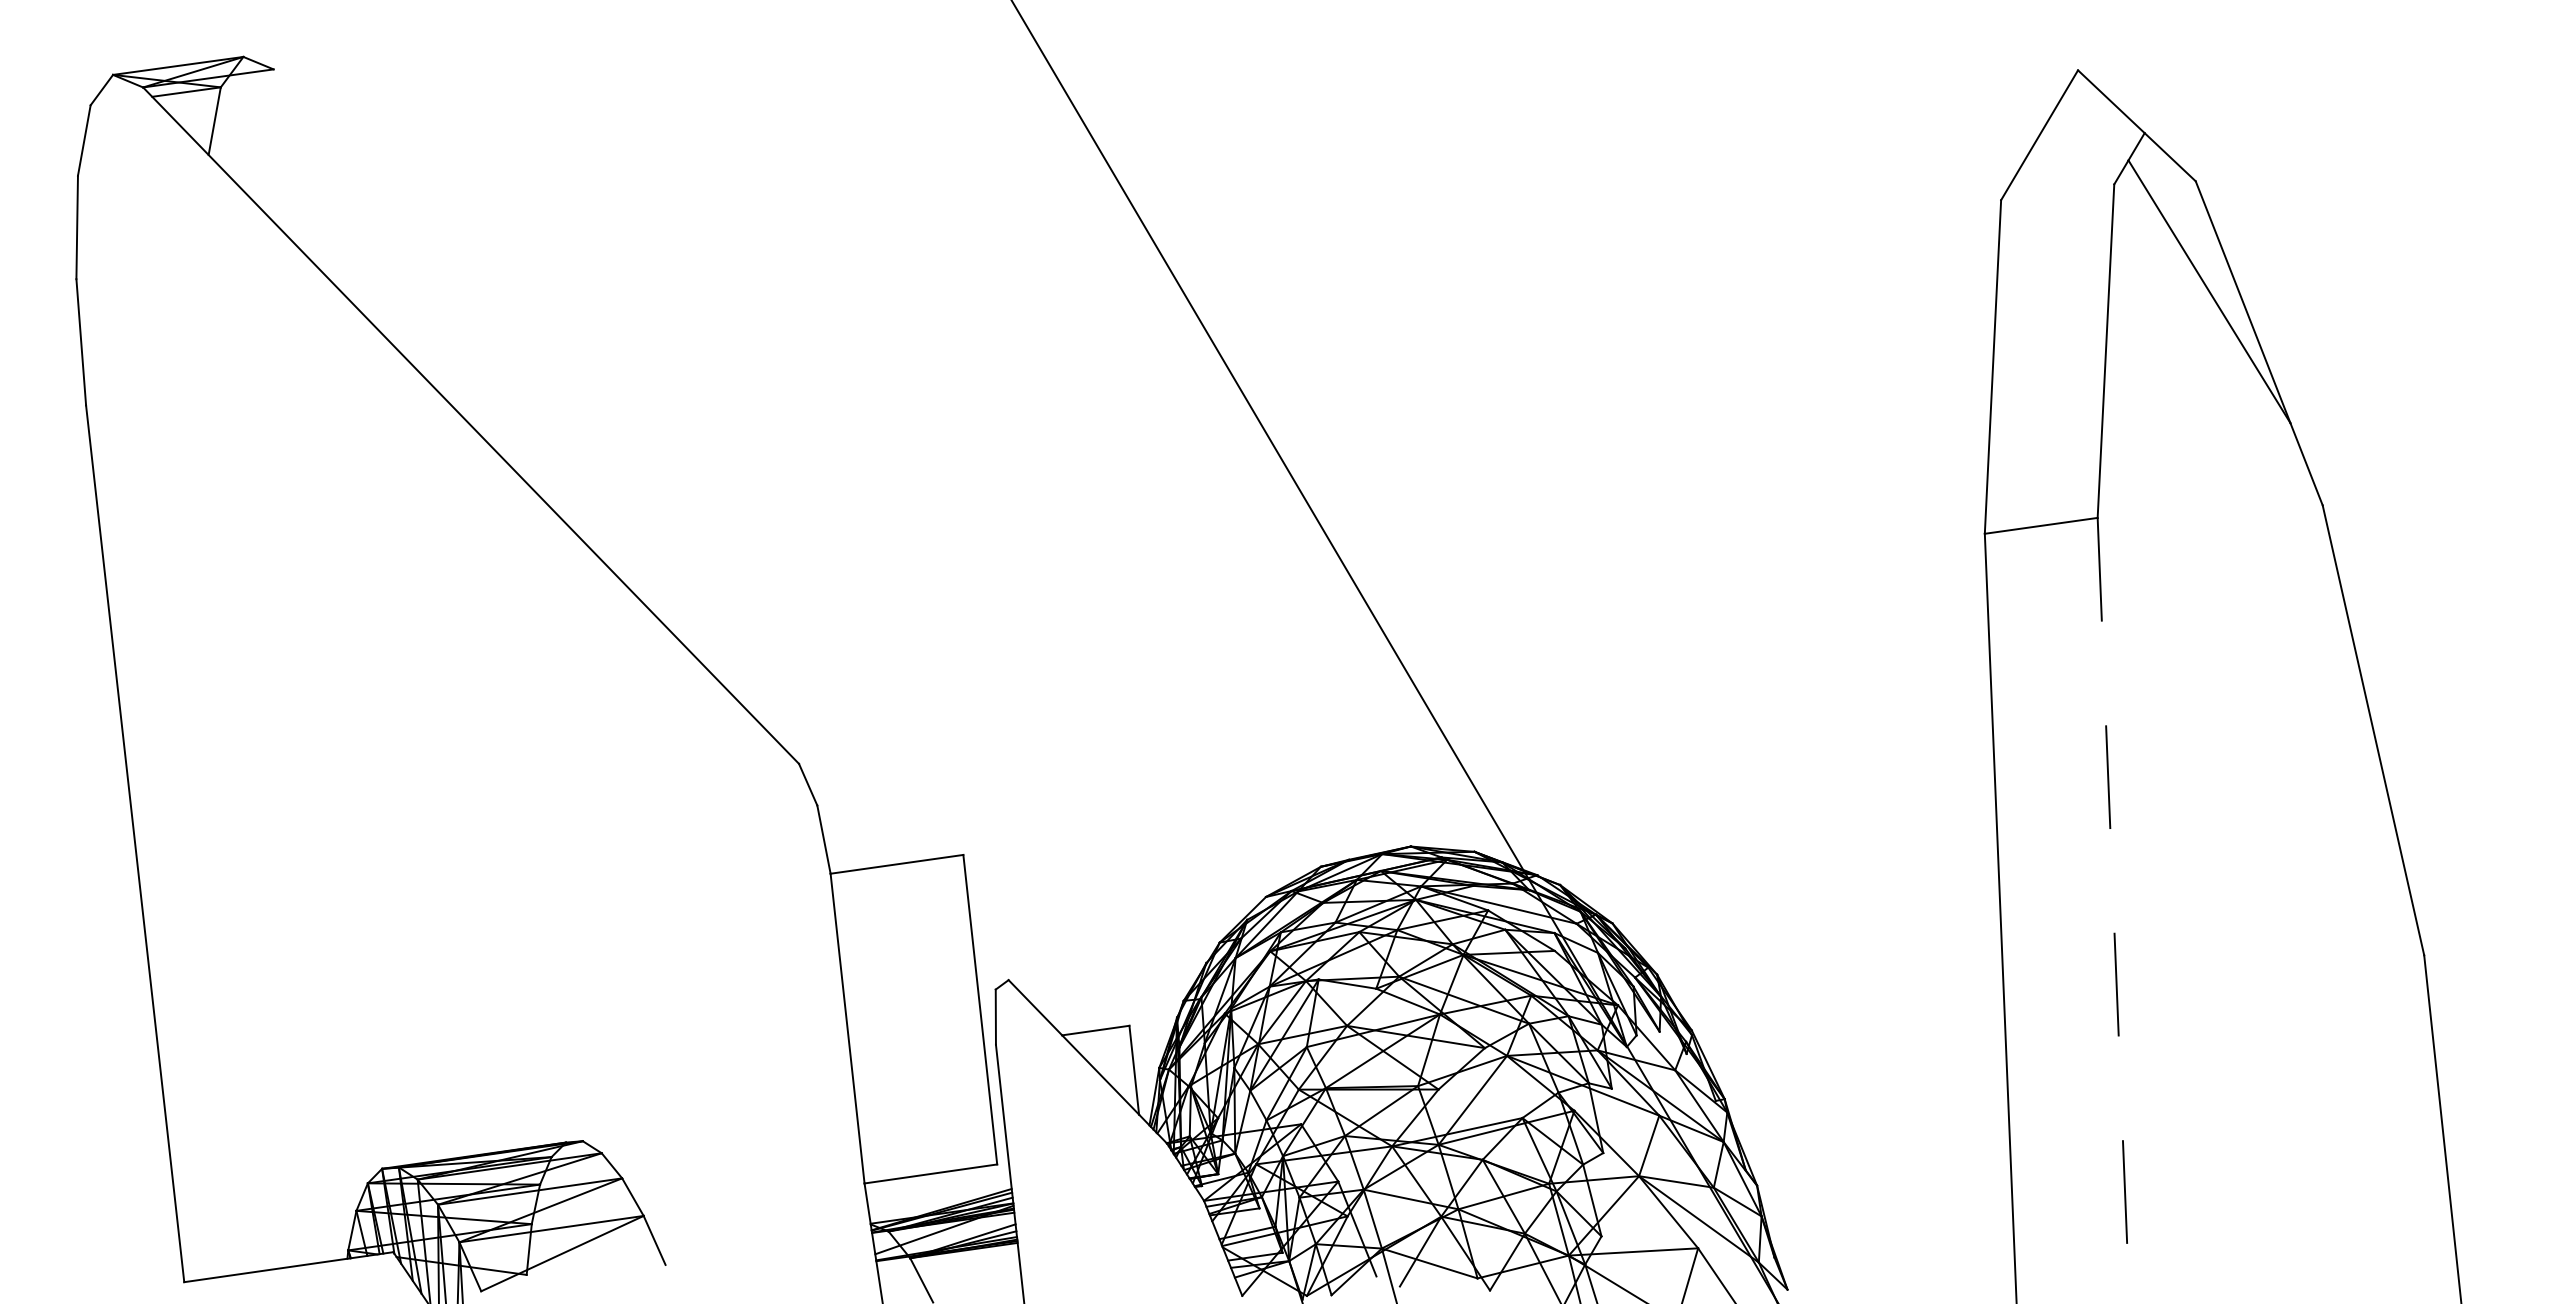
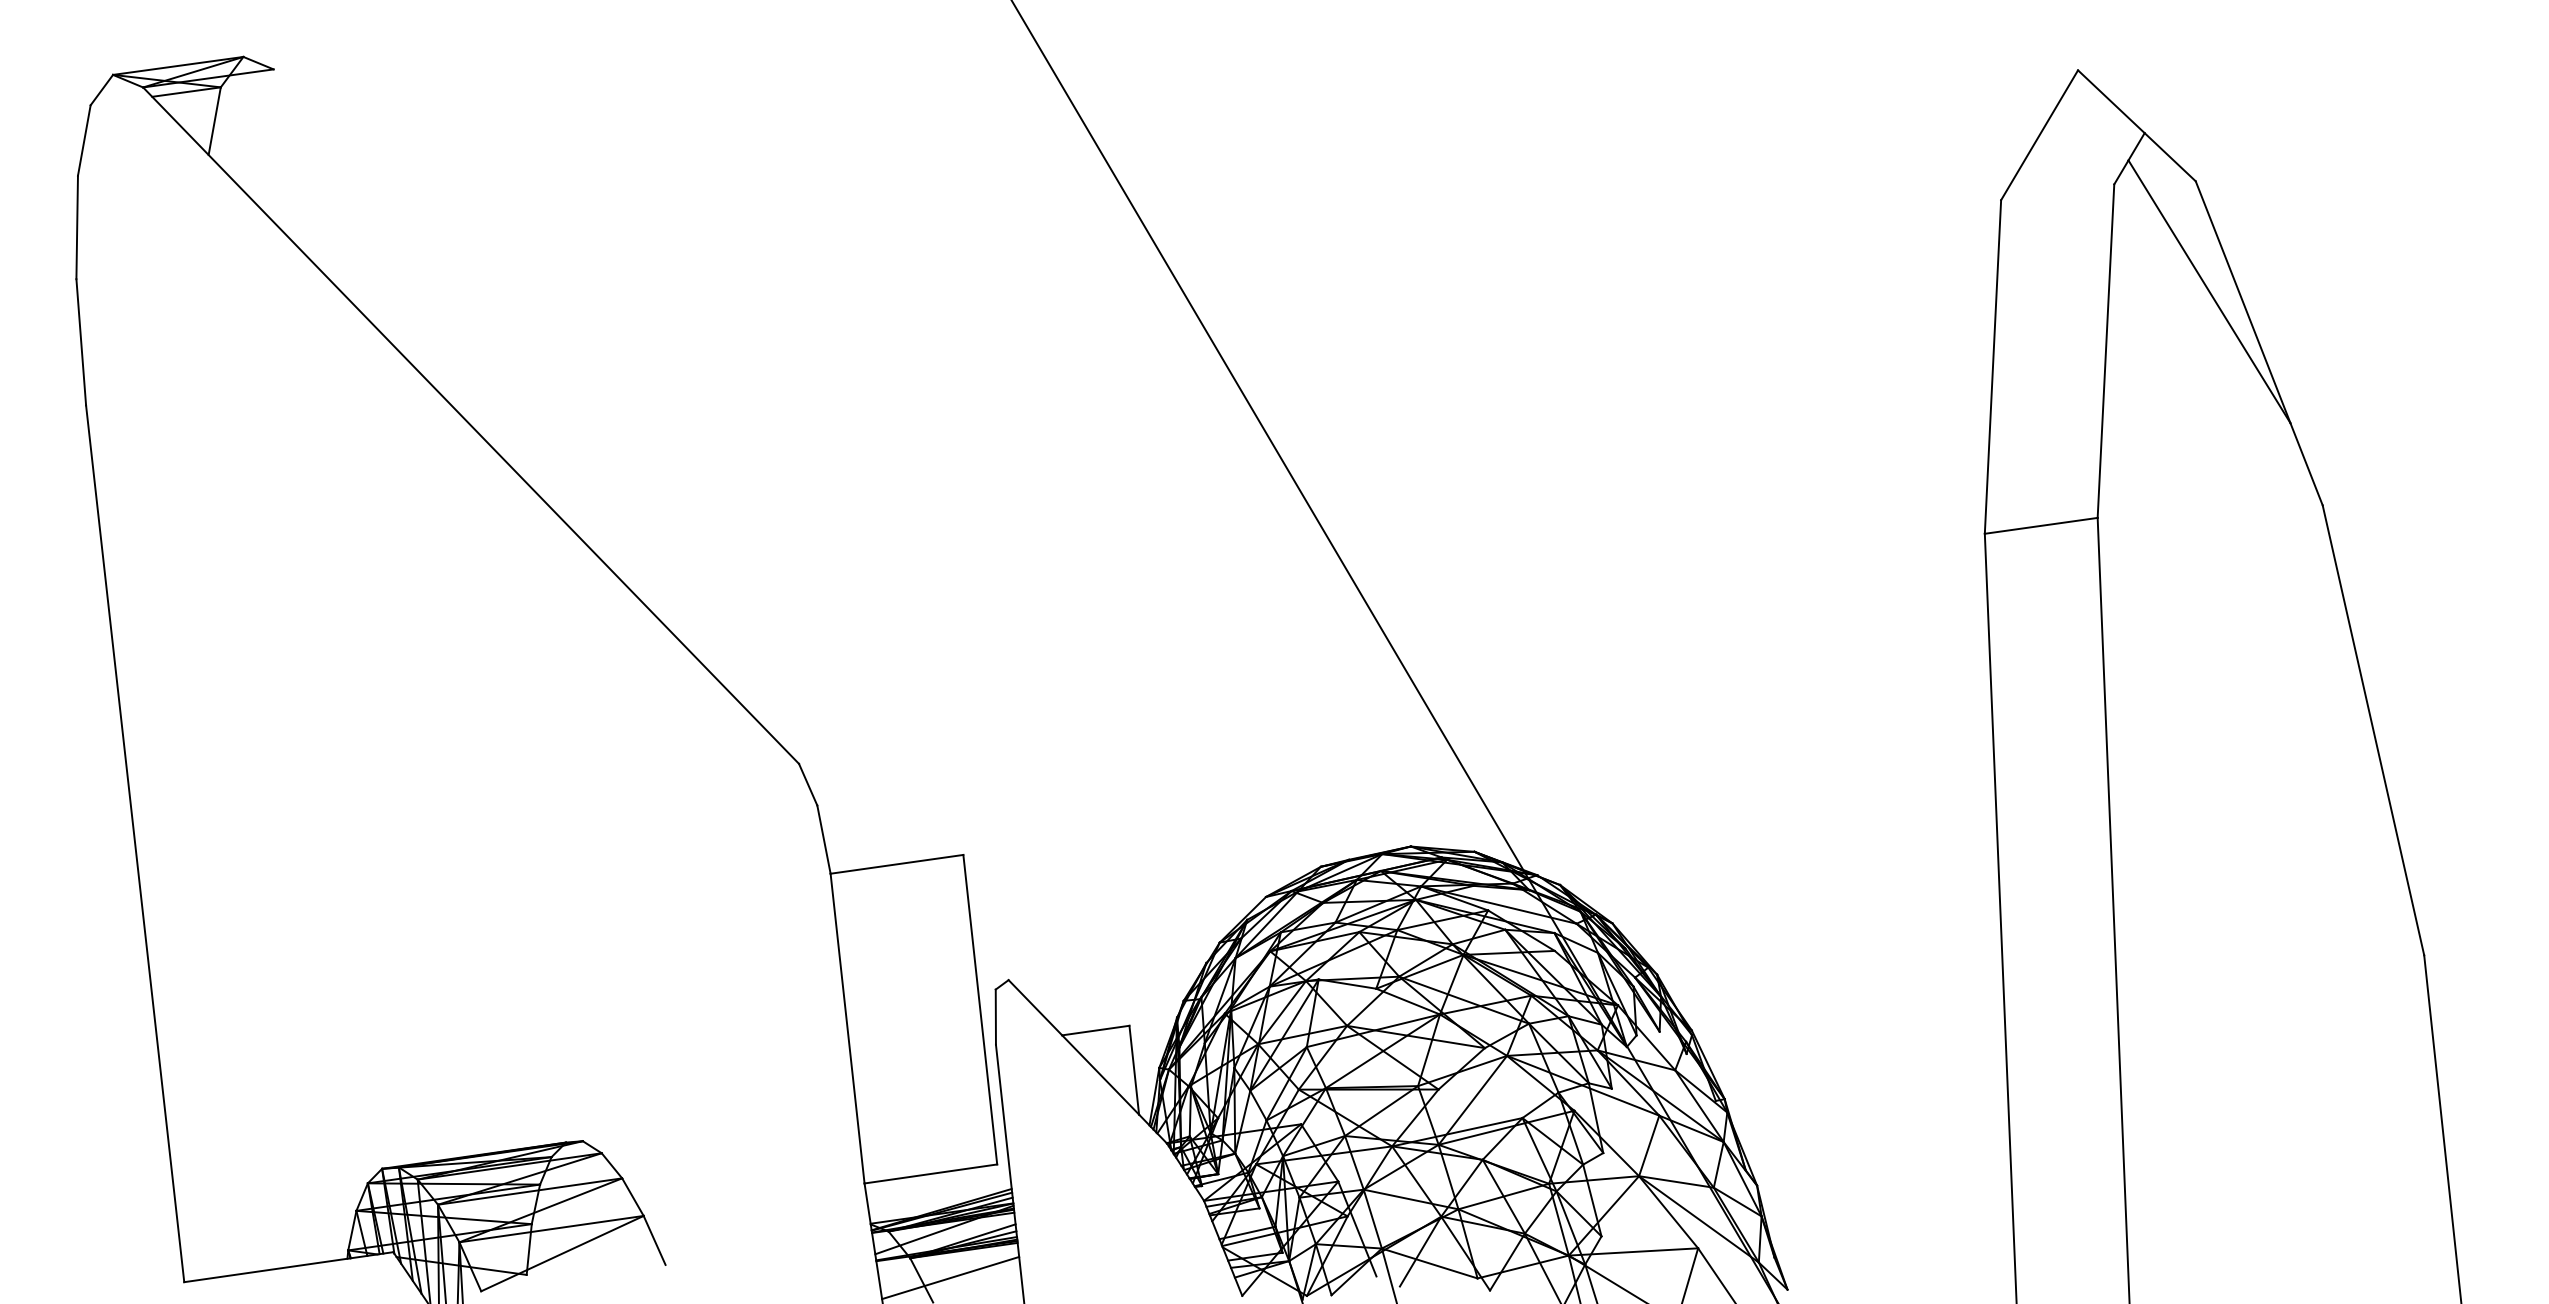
line at (2113, 911): dashed -> solid
line at (950, 1277): none -> present
